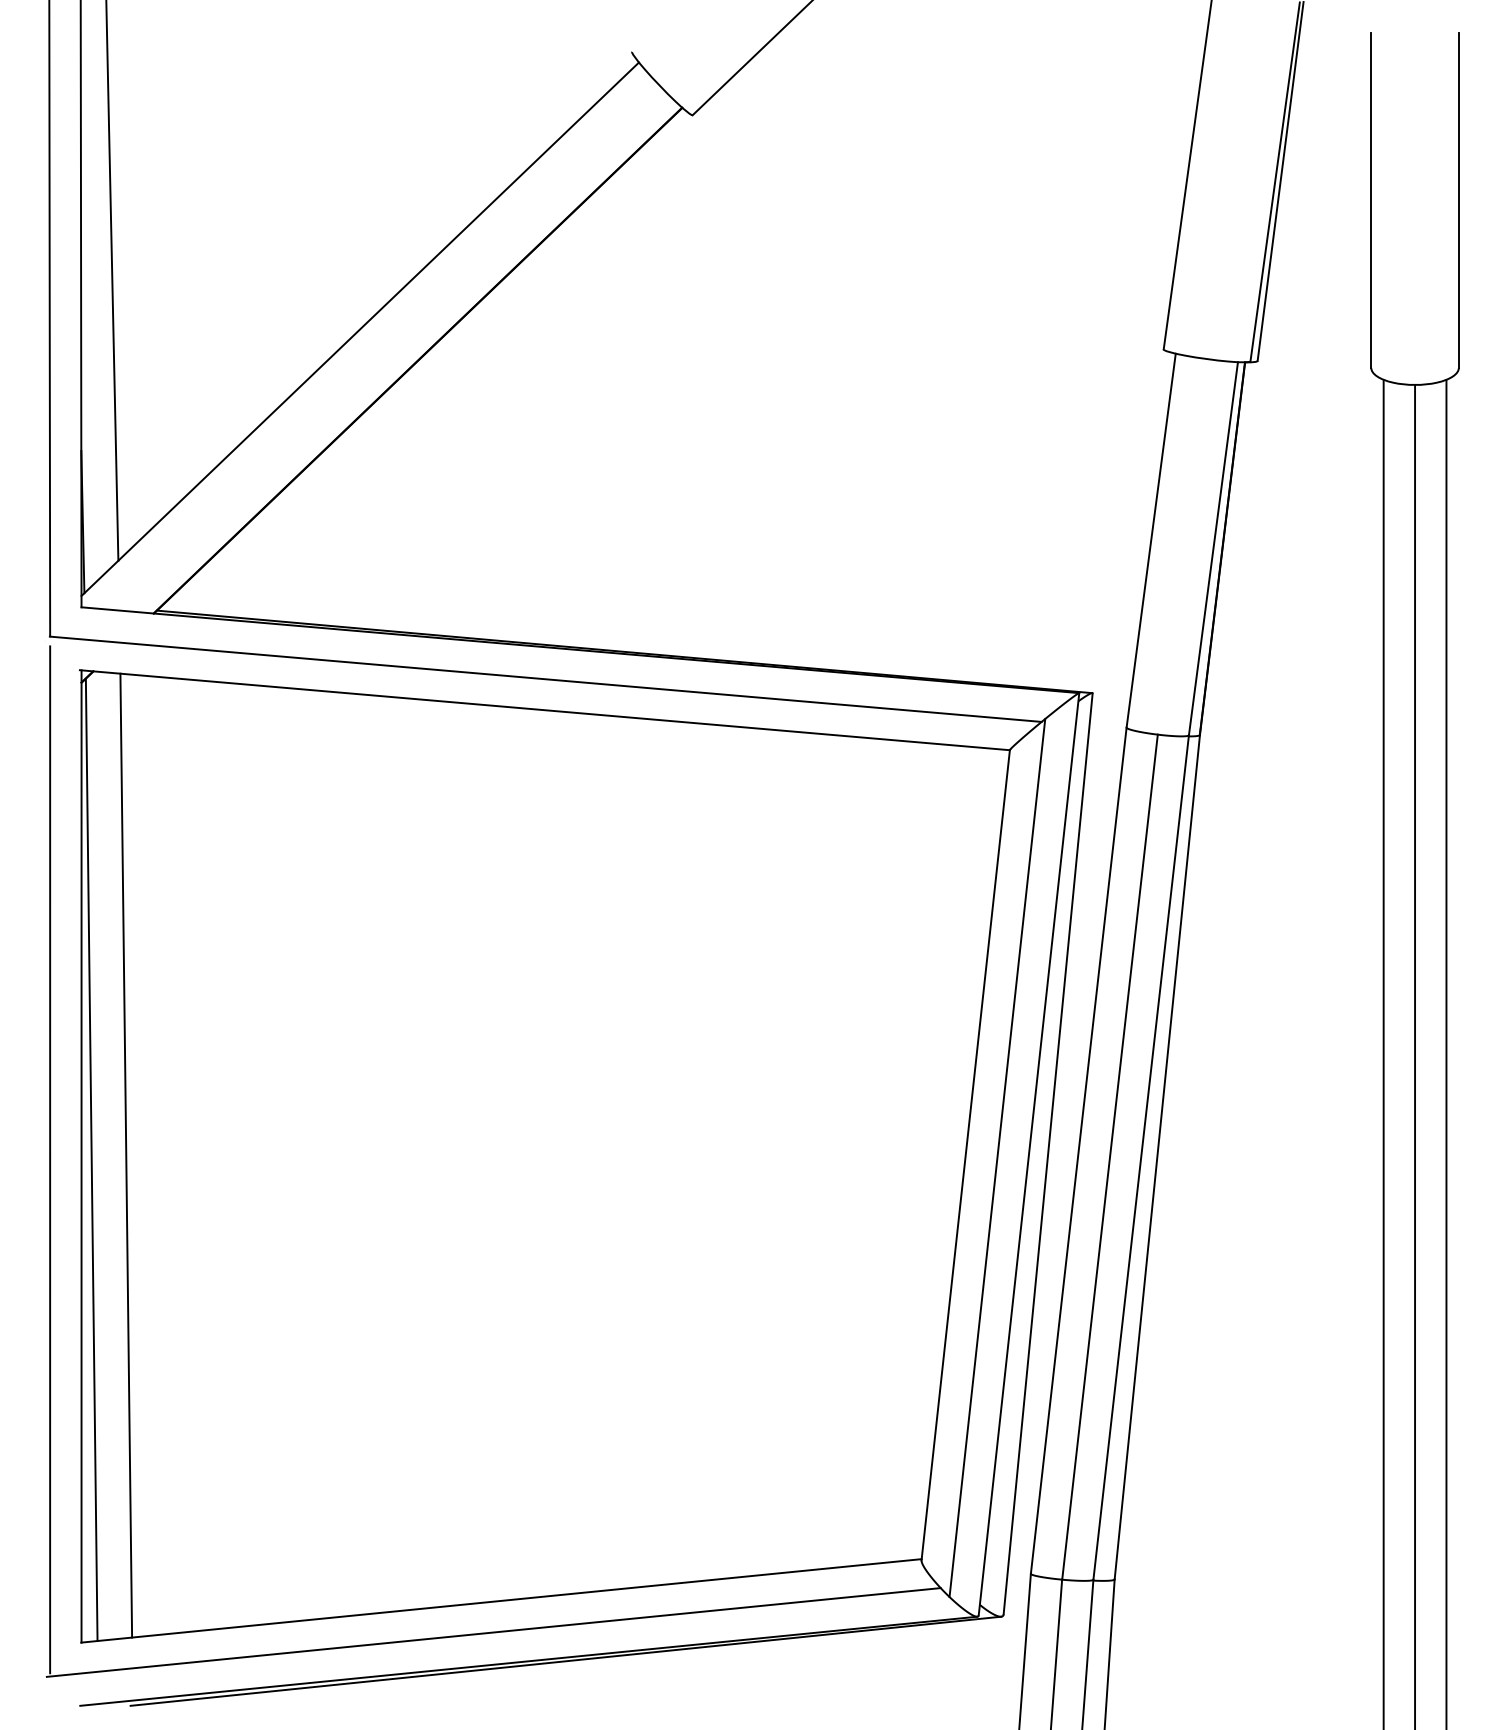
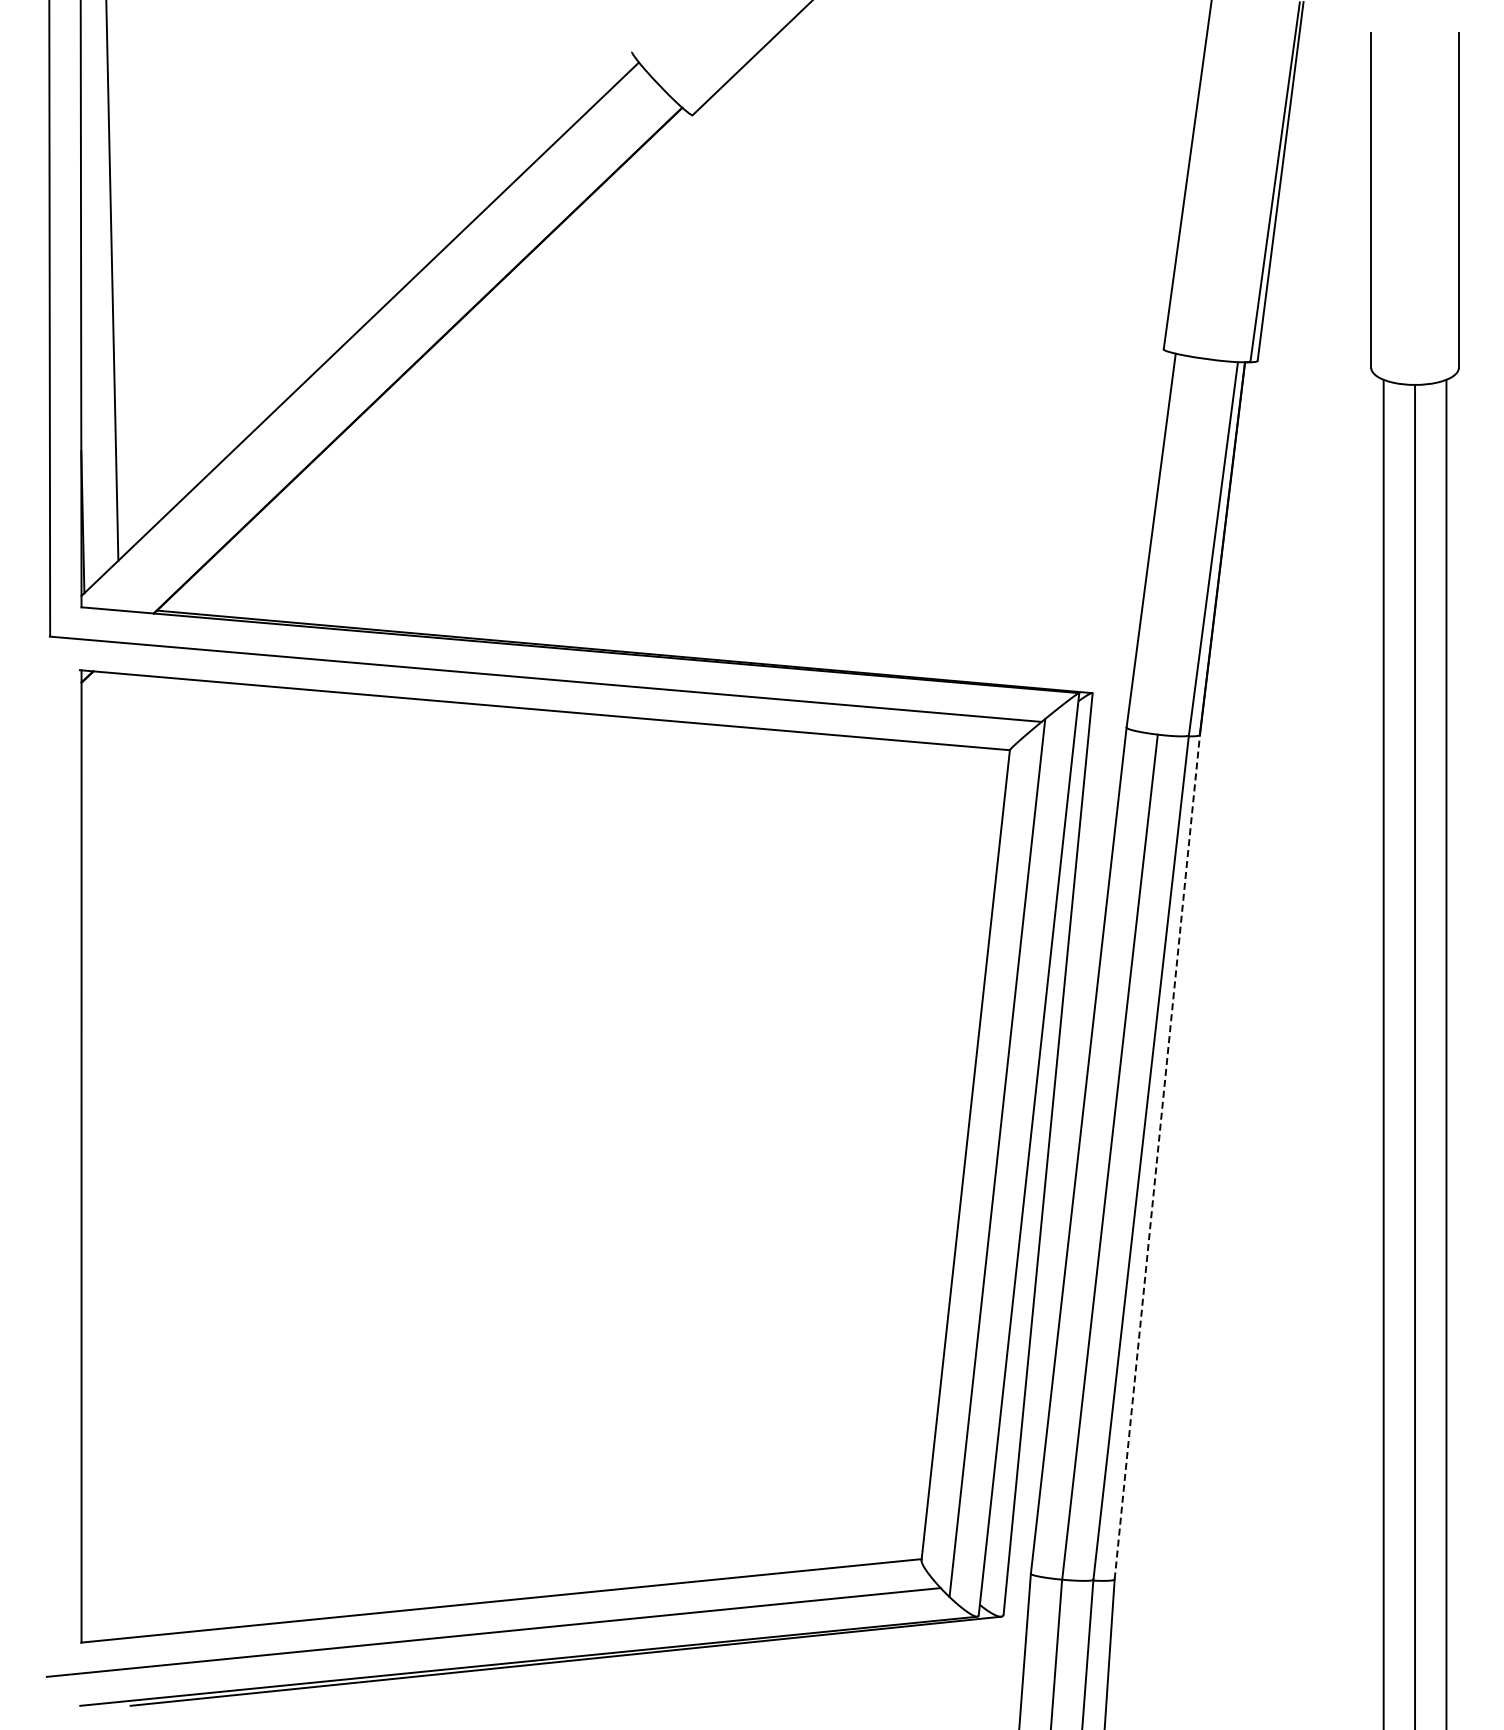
line at (126, 1155): present -> none
line at (1157, 1156): solid -> dashed
line at (50, 1159): present -> none
line at (91, 1159): present -> none
